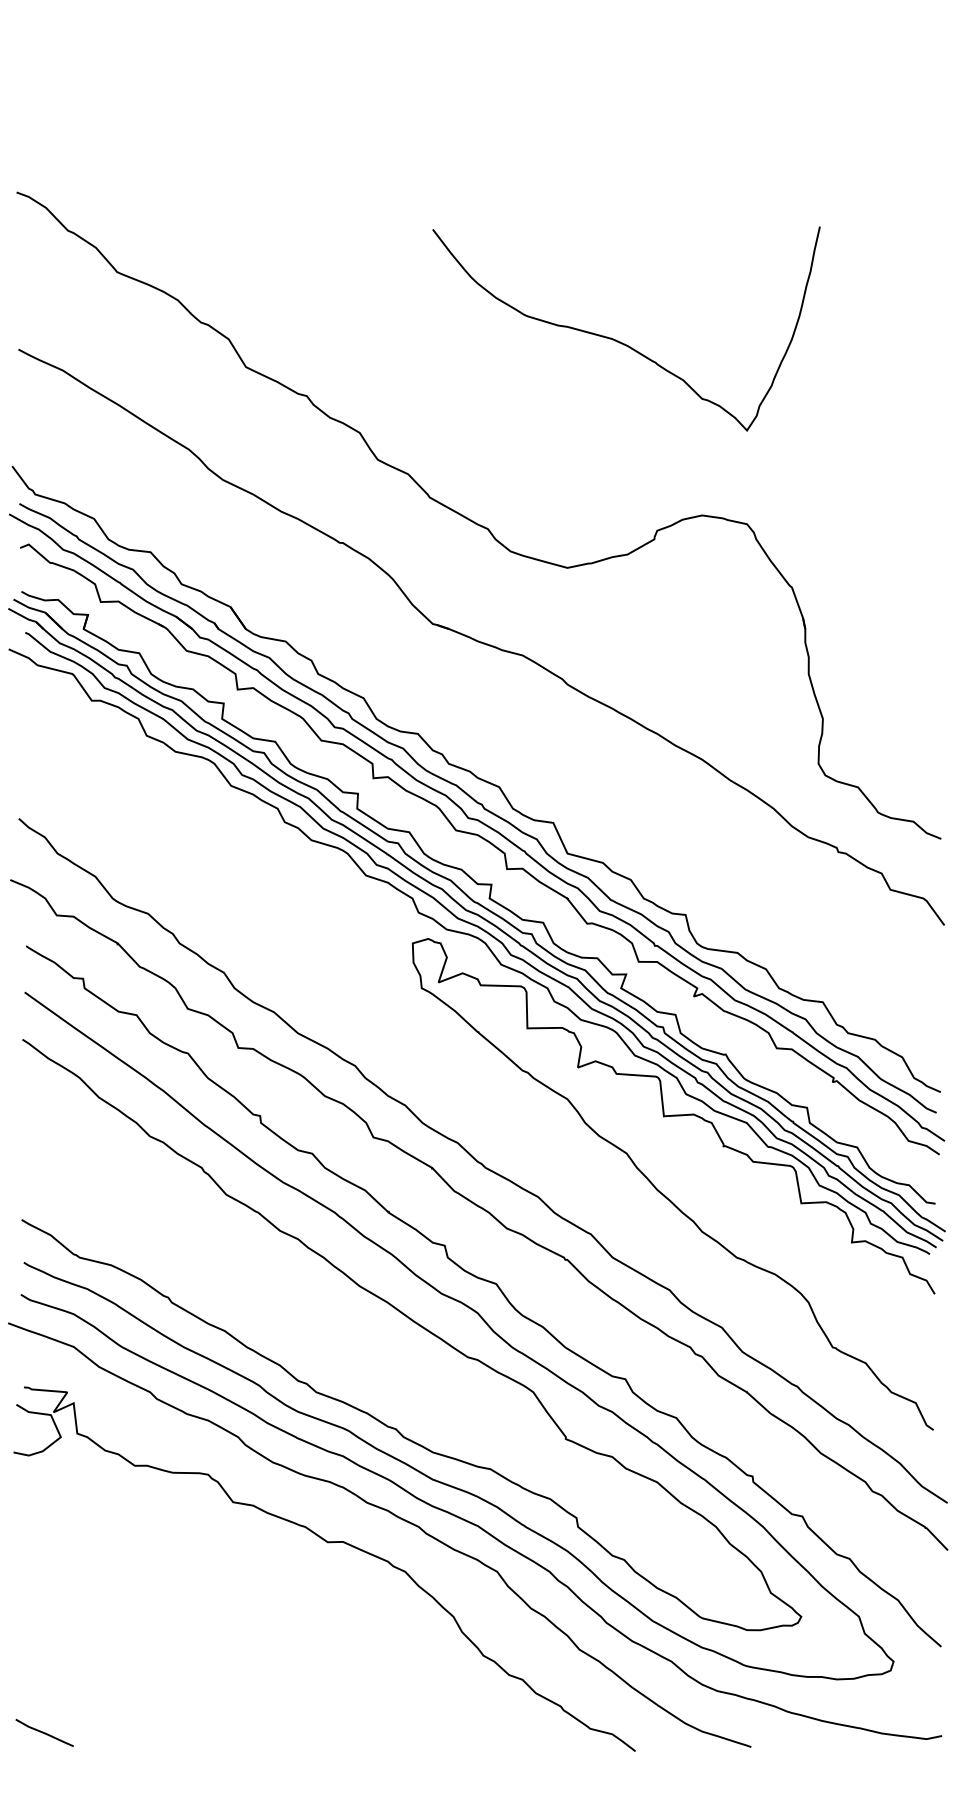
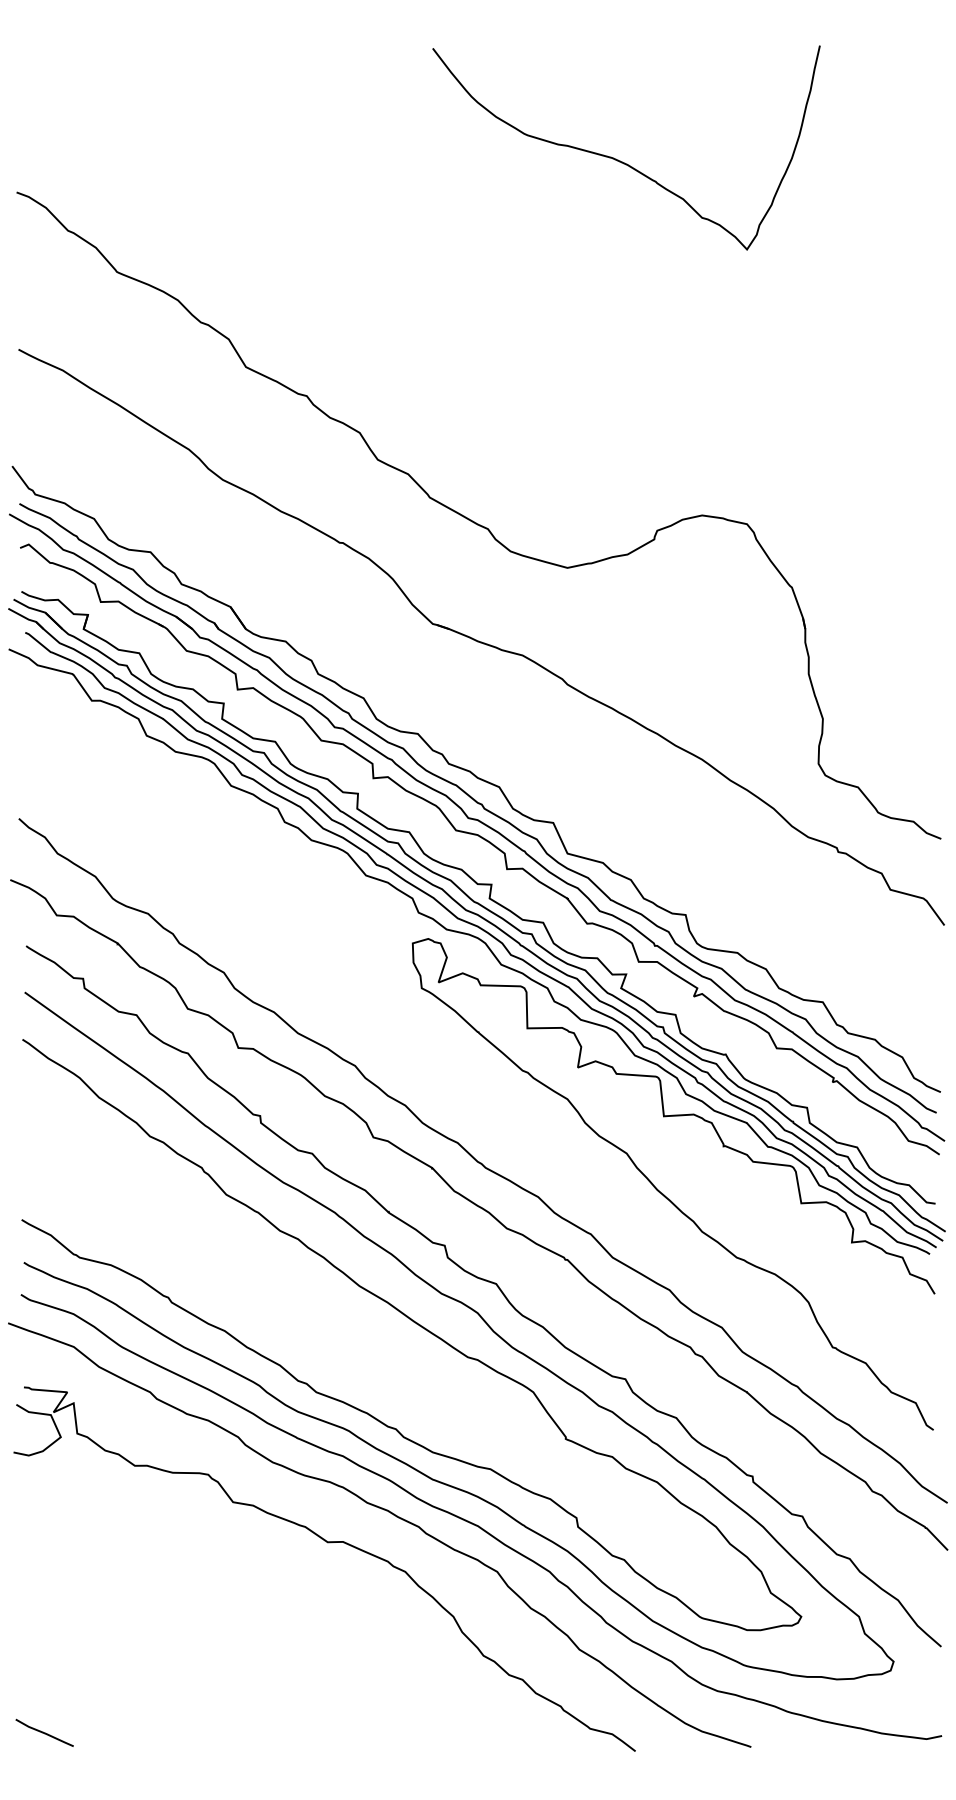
curve at (620, 341) position: (620, 341) -> (620, 160)
